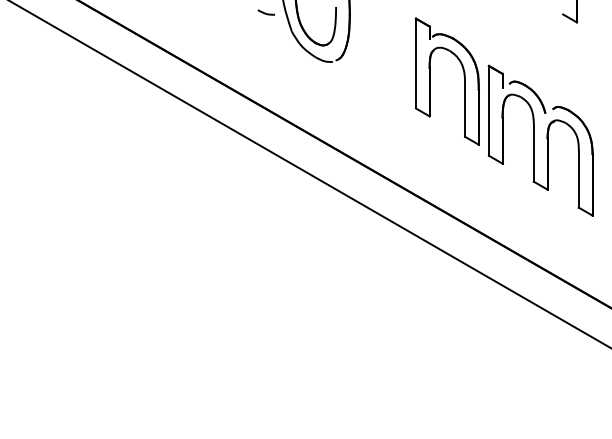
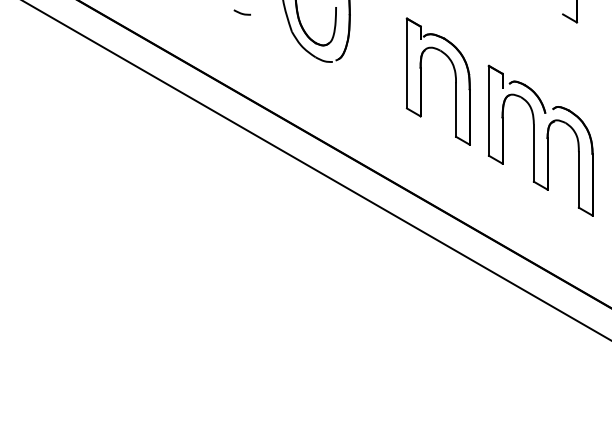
curve at (265, 12) position: (265, 12) -> (241, 12)
part at (430, 81) position: (430, 81) -> (421, 81)
line at (310, 174) position: (310, 174) -> (316, 170)
